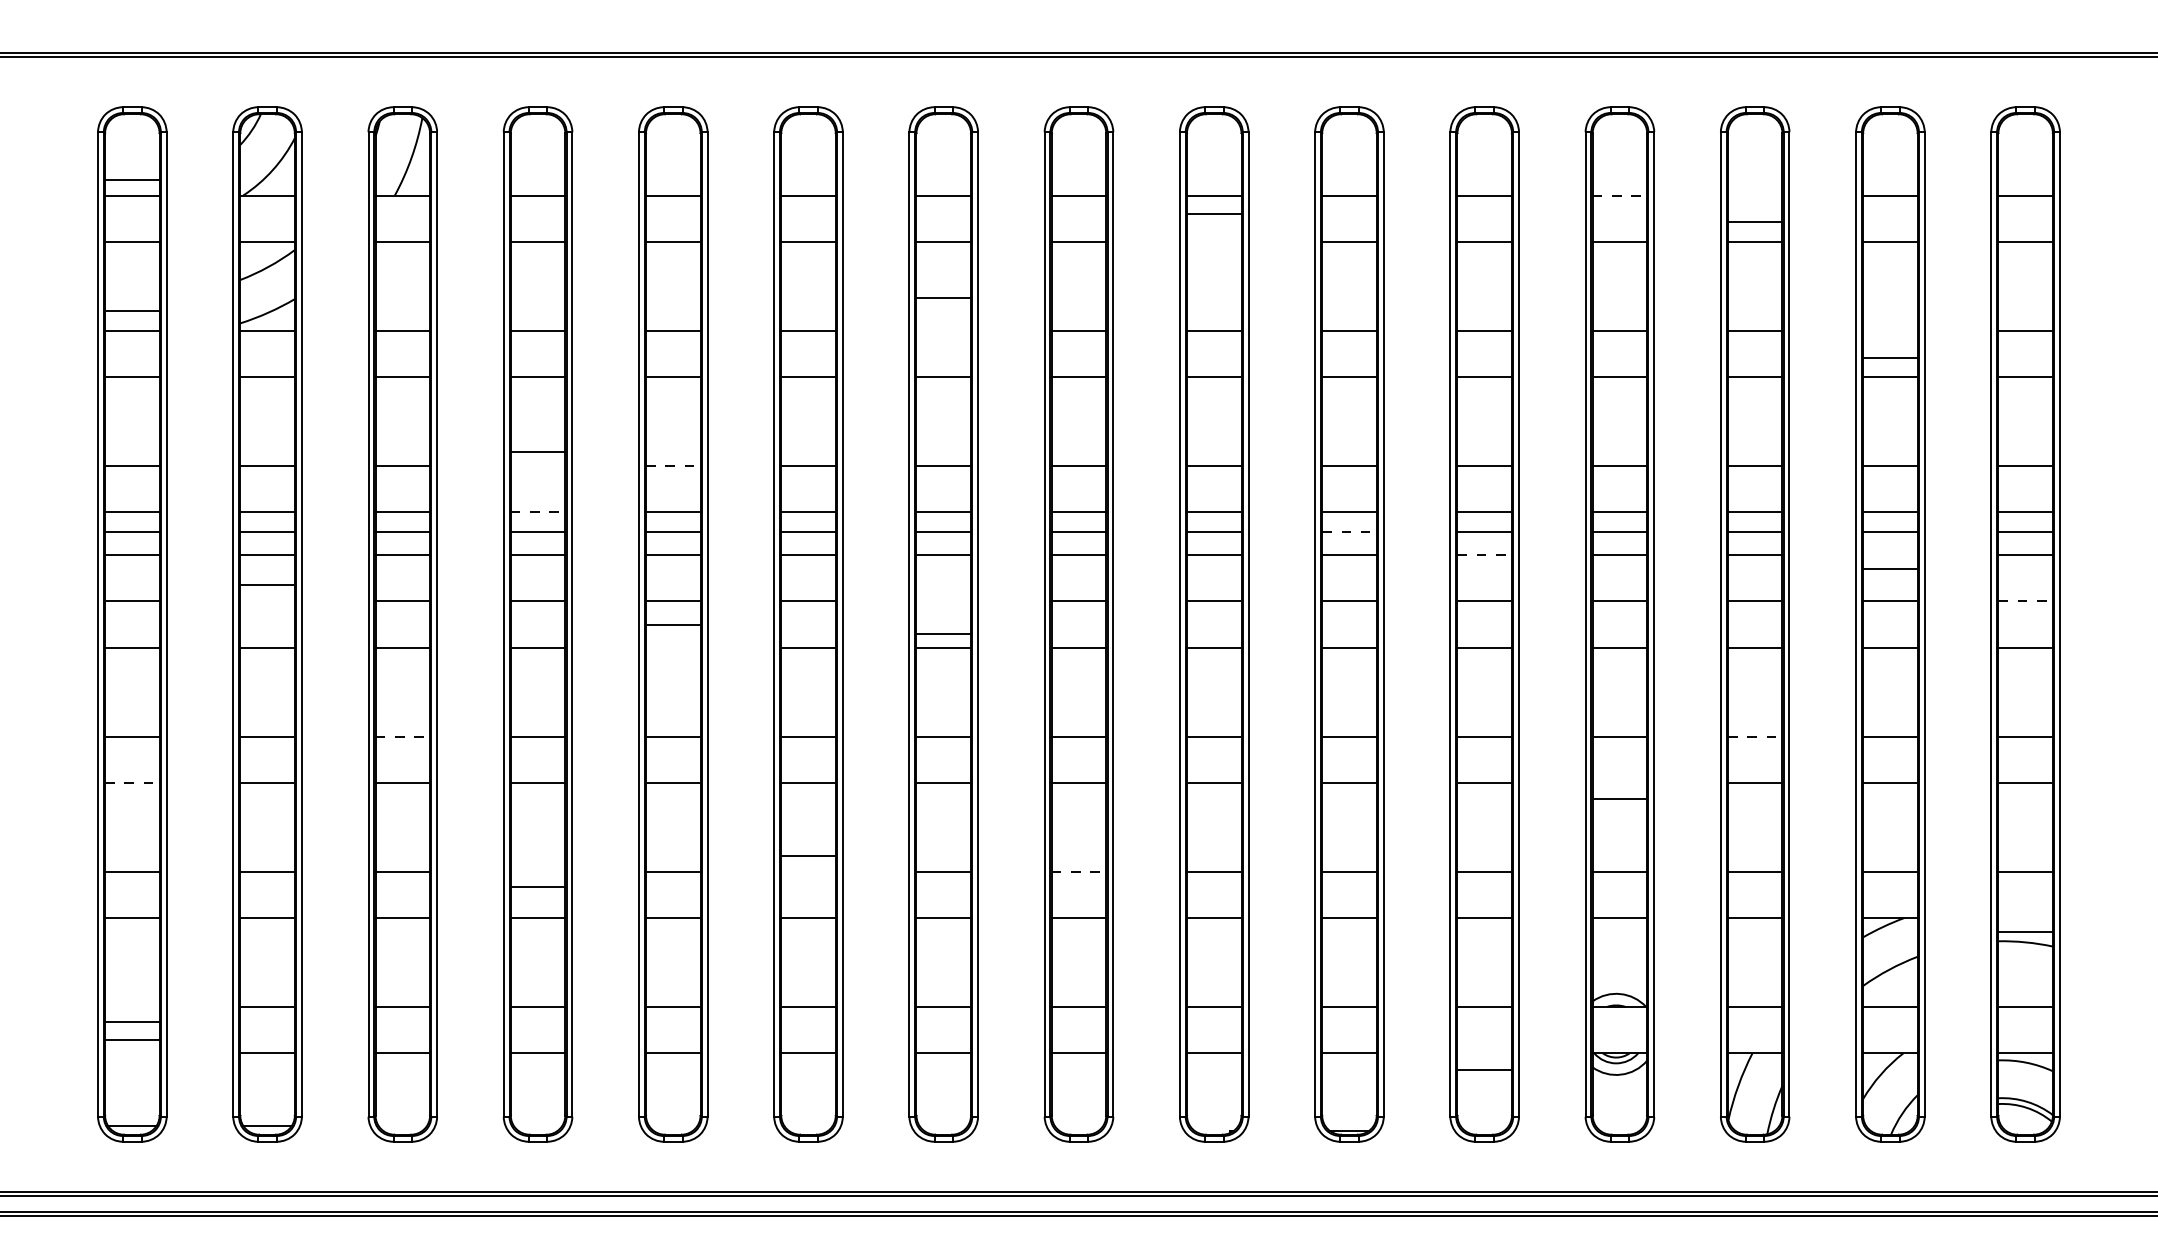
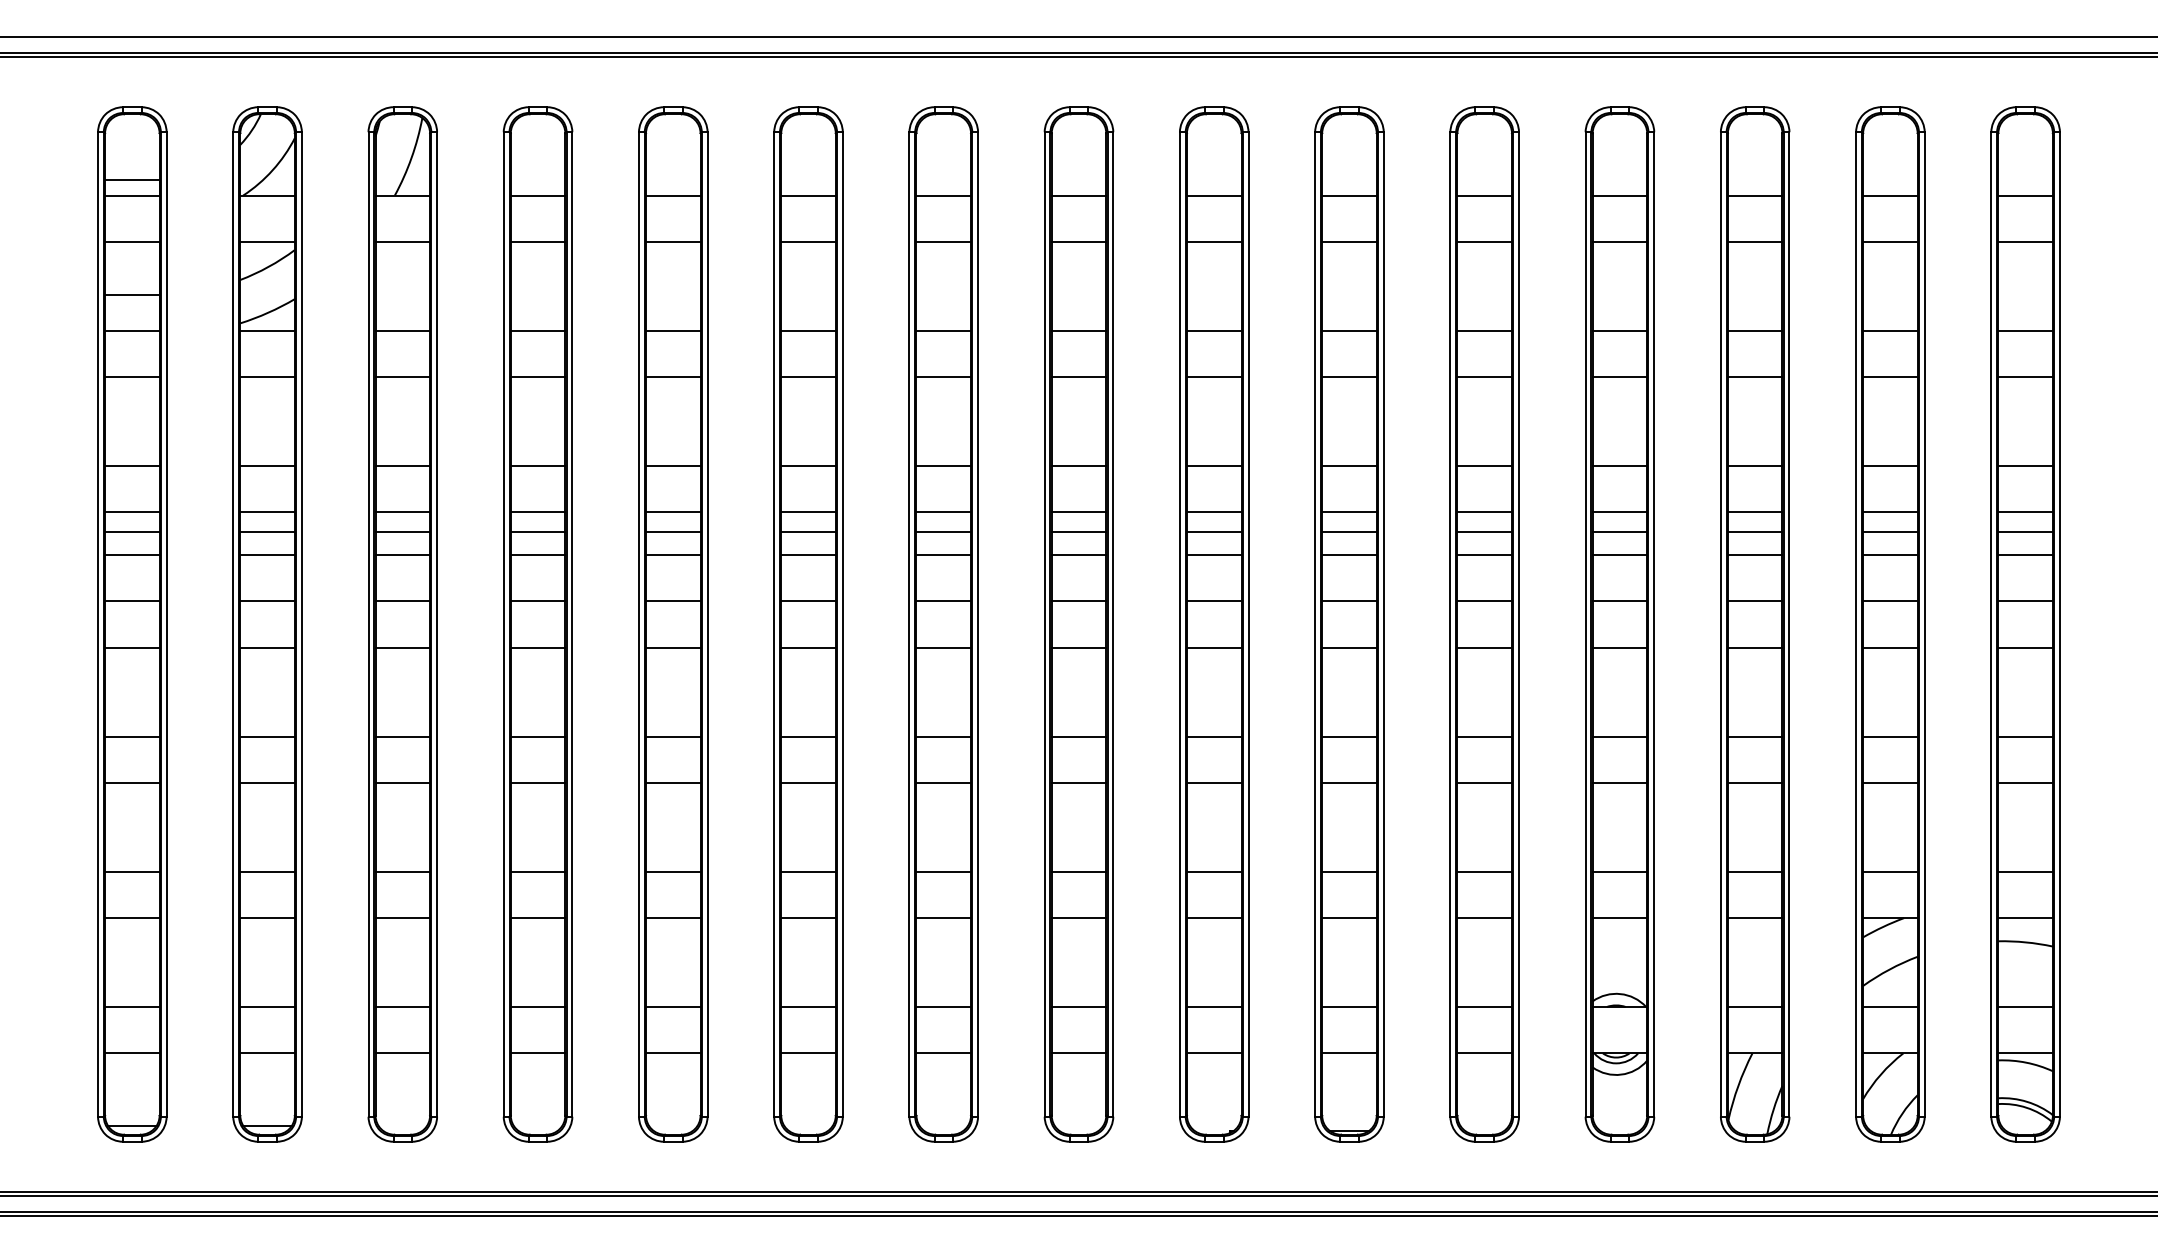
line at (1078, 37): none -> present
line at (1620, 195): dashed -> solid
line at (1213, 213) position: (1213, 213) -> (1213, 241)
line at (1754, 221) position: (1754, 221) -> (1754, 195)
line at (943, 297) position: (943, 297) -> (943, 330)
line at (132, 310) position: (132, 310) -> (132, 294)
line at (1890, 357) position: (1890, 357) -> (1890, 330)
line at (537, 452) position: (537, 452) -> (537, 466)
line at (673, 466): dashed -> solid
line at (538, 512): dashed -> solid
line at (1349, 532): dashed -> solid
line at (1485, 555): dashed -> solid
line at (1890, 569) position: (1890, 569) -> (1890, 555)
line at (267, 585) position: (267, 585) -> (267, 601)
line at (2026, 601): dashed -> solid
line at (673, 624) position: (673, 624) -> (673, 647)
line at (943, 634) position: (943, 634) -> (943, 601)
line at (403, 736): dashed -> solid
line at (1755, 736): dashed -> solid
line at (132, 782): dashed -> solid
line at (1619, 798) position: (1619, 798) -> (1619, 782)
line at (808, 855) position: (808, 855) -> (808, 871)
line at (1079, 871): dashed -> solid
line at (537, 886) position: (537, 886) -> (537, 871)
line at (2025, 932) position: (2025, 932) -> (2025, 918)
line at (132, 1022) position: (132, 1022) -> (132, 1007)
line at (132, 1040) position: (132, 1040) -> (132, 1053)
line at (1484, 1070) position: (1484, 1070) -> (1484, 1053)
